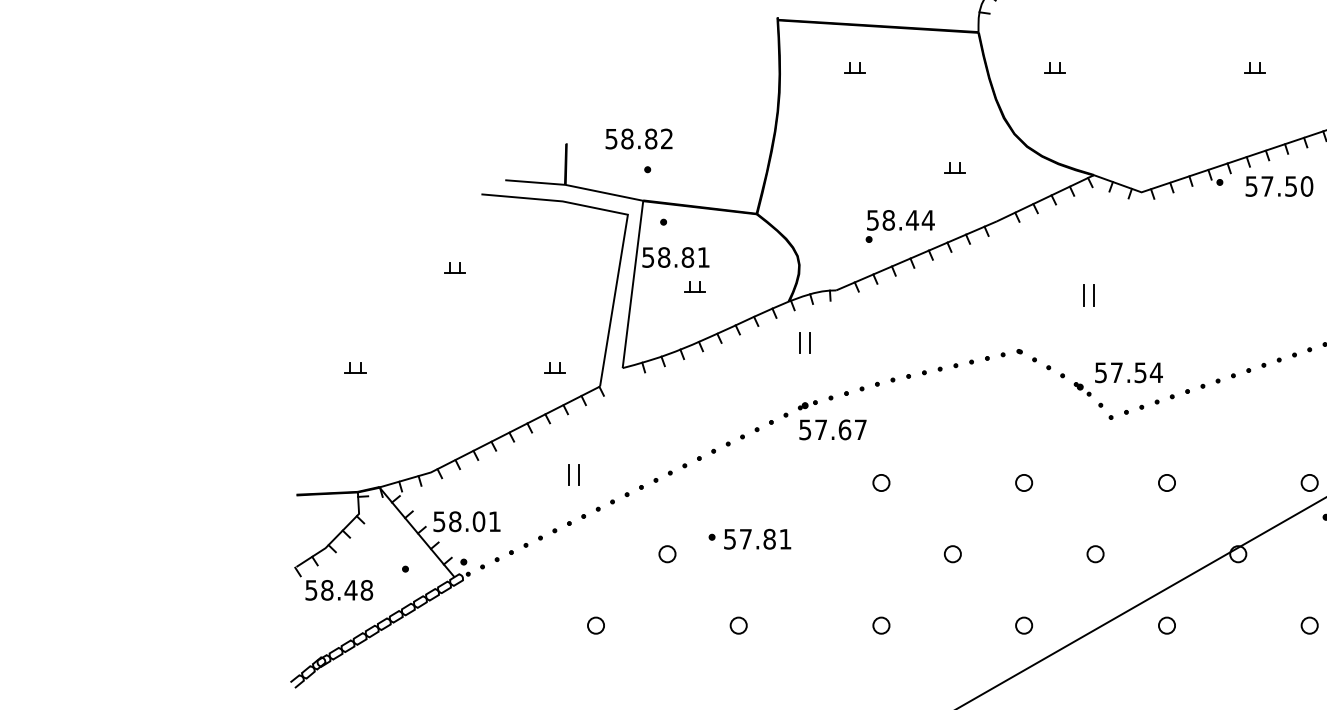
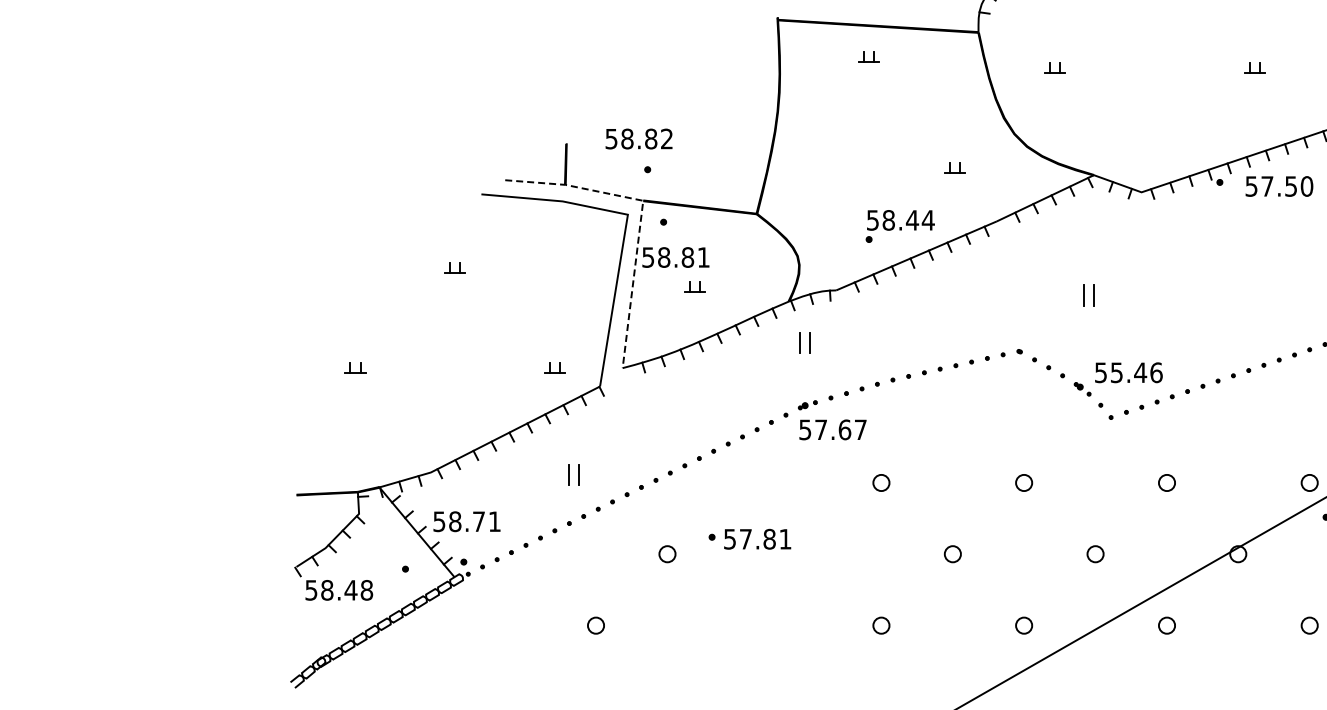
part at (854, 67) position: (854, 67) -> (868, 56)
line at (641, 213): solid -> dashed
text at (1136, 372): 57.54 -> 55.46
text at (478, 521): 58.01 -> 58.71
circle at (738, 625): present -> none
